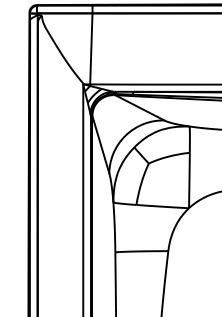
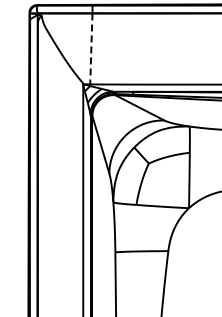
line at (91, 49): solid -> dashed
